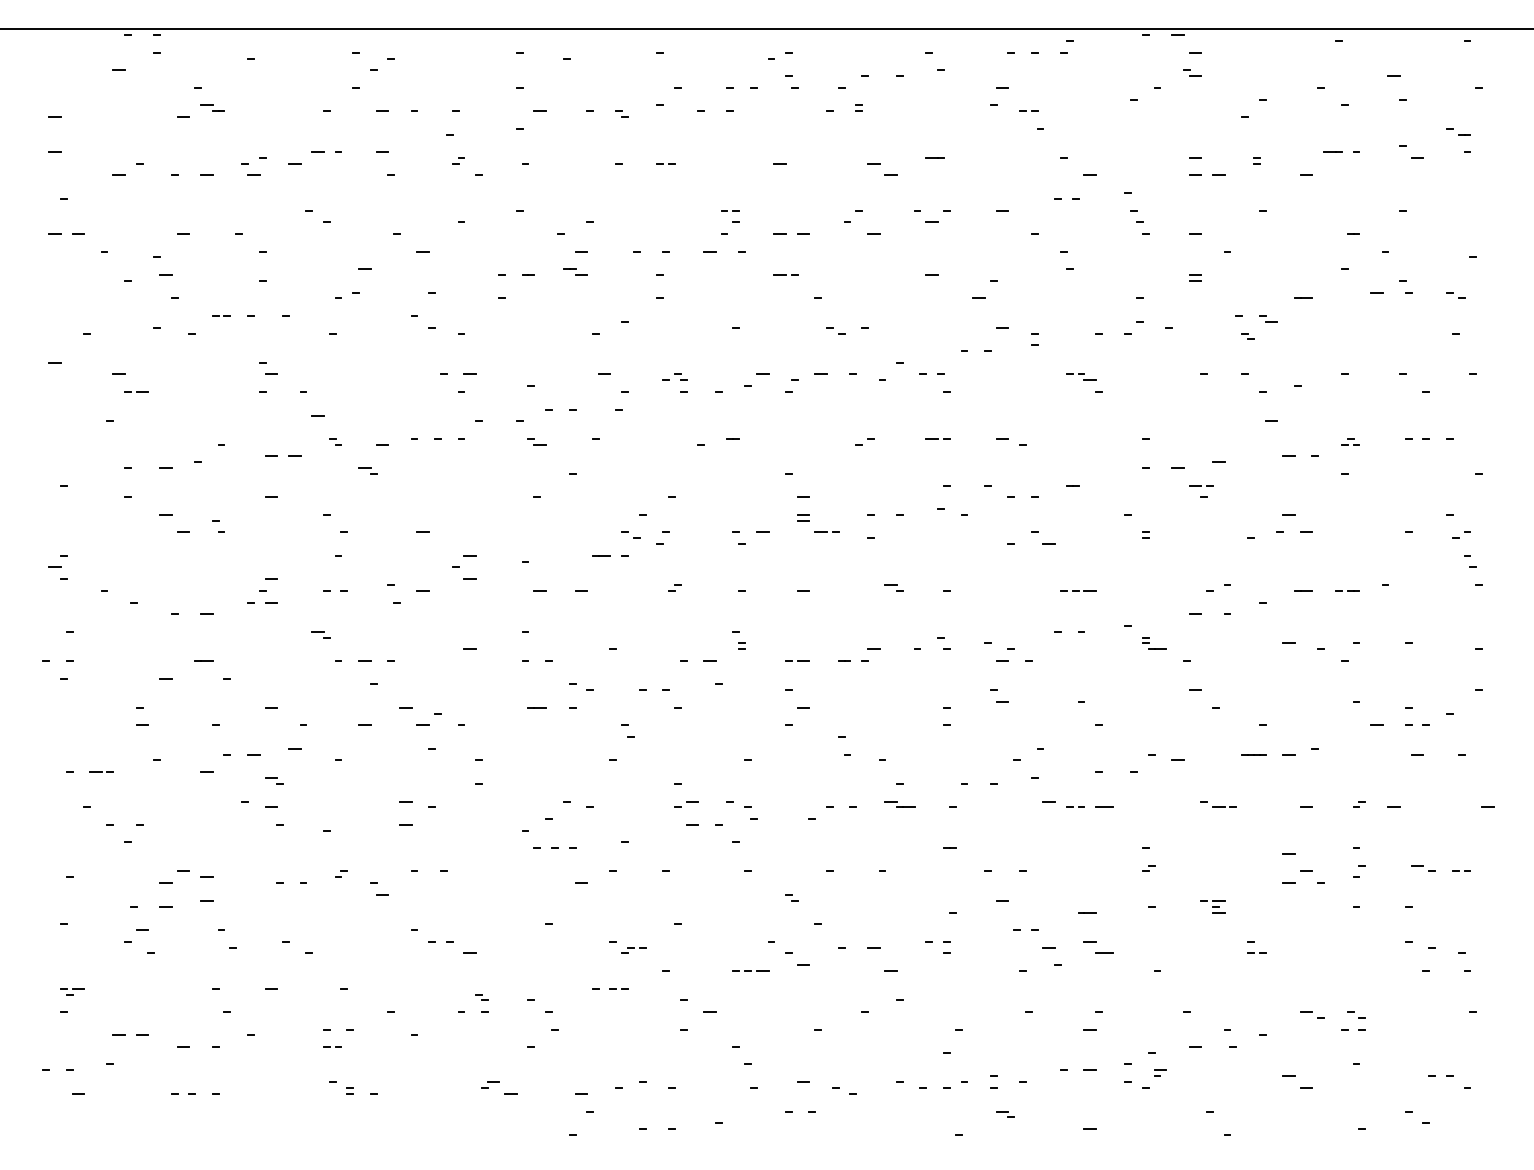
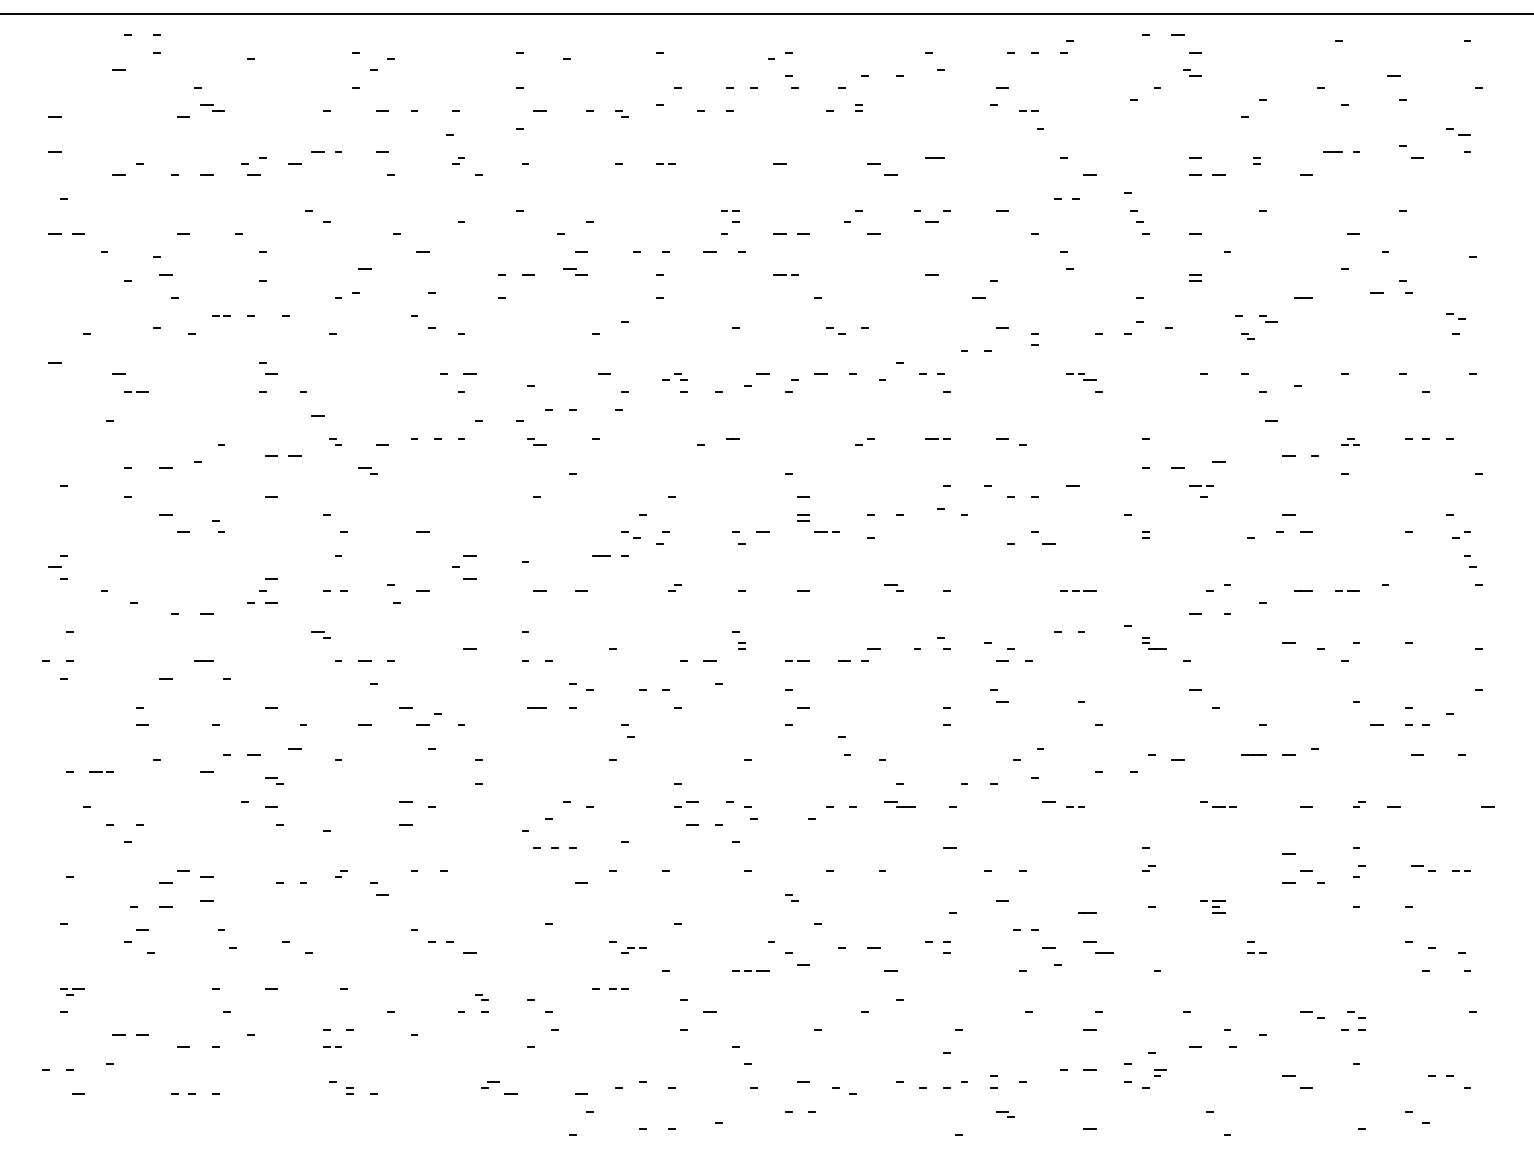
line at (766, 29) position: (766, 29) -> (766, 14)
part at (1455, 295) position: (1455, 295) -> (1455, 316)
line at (1104, 806): present -> none
